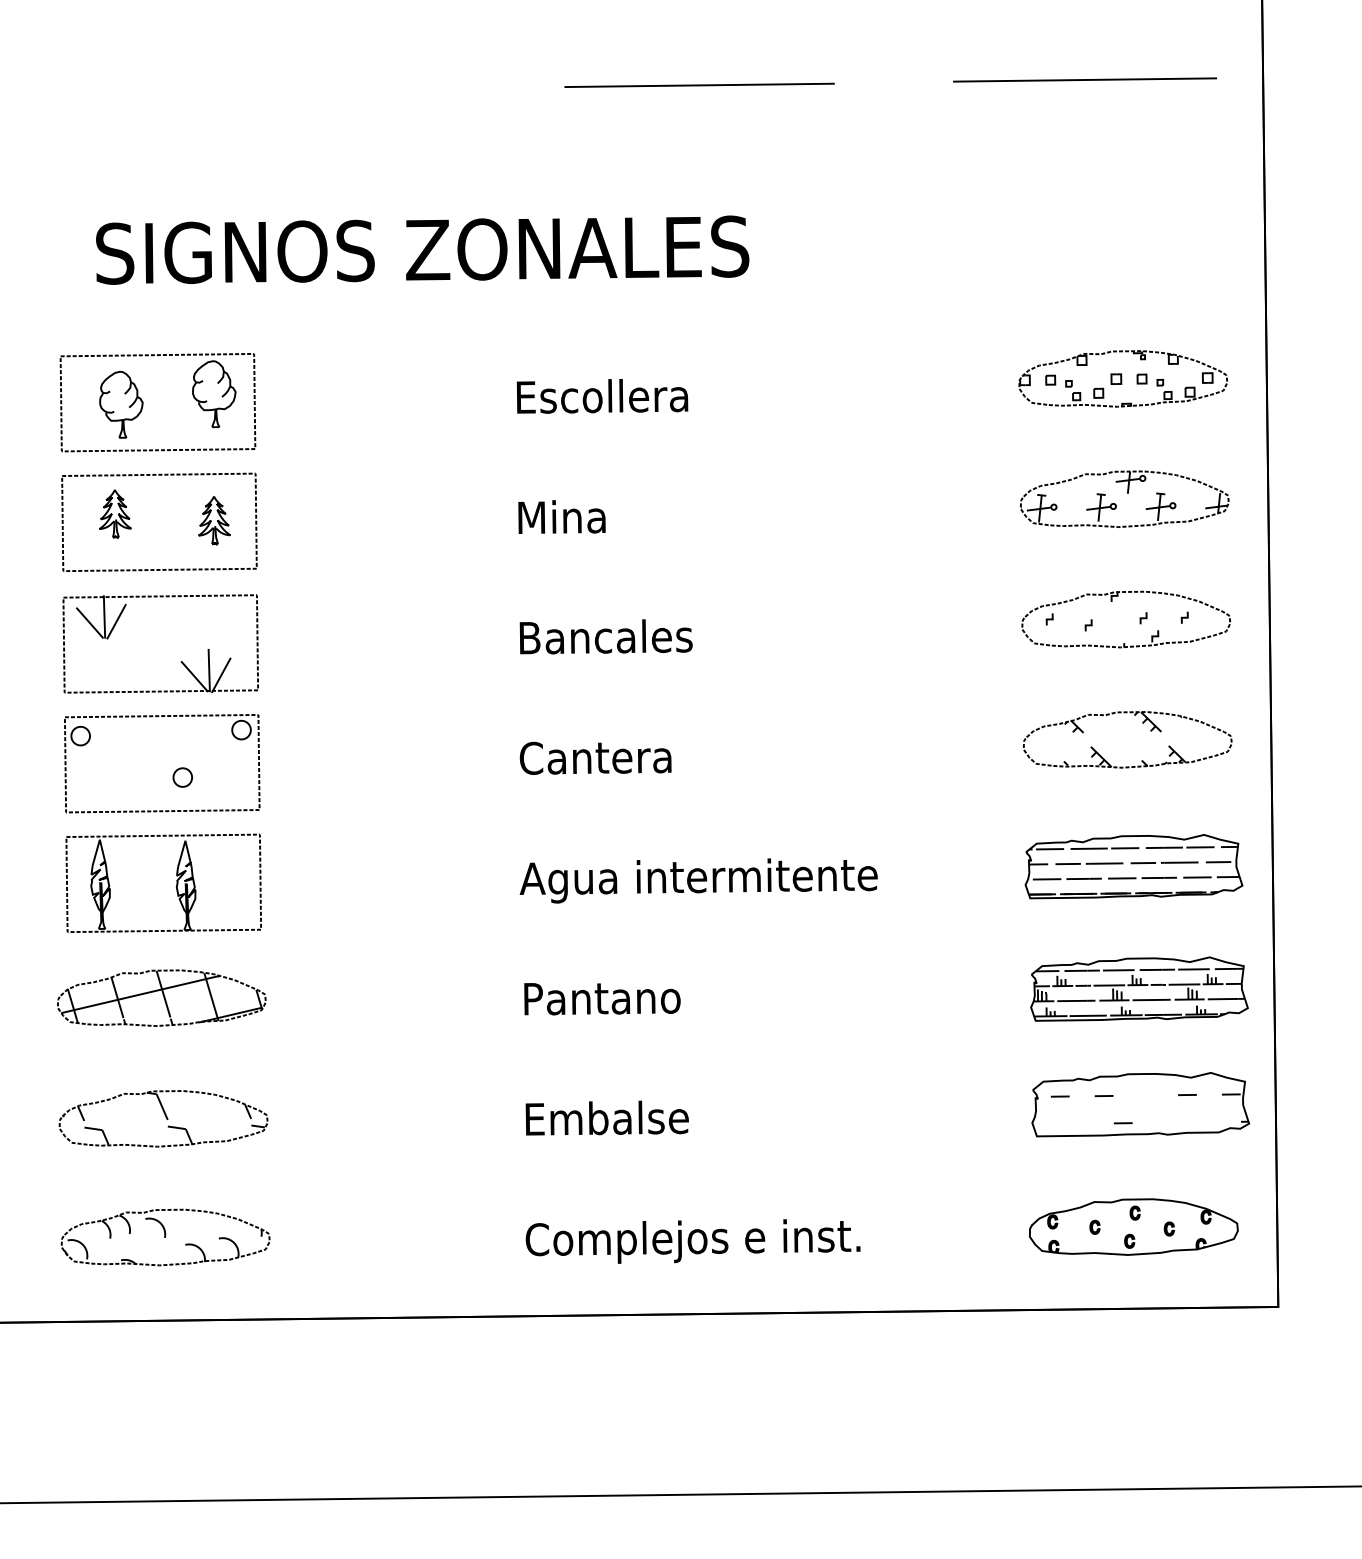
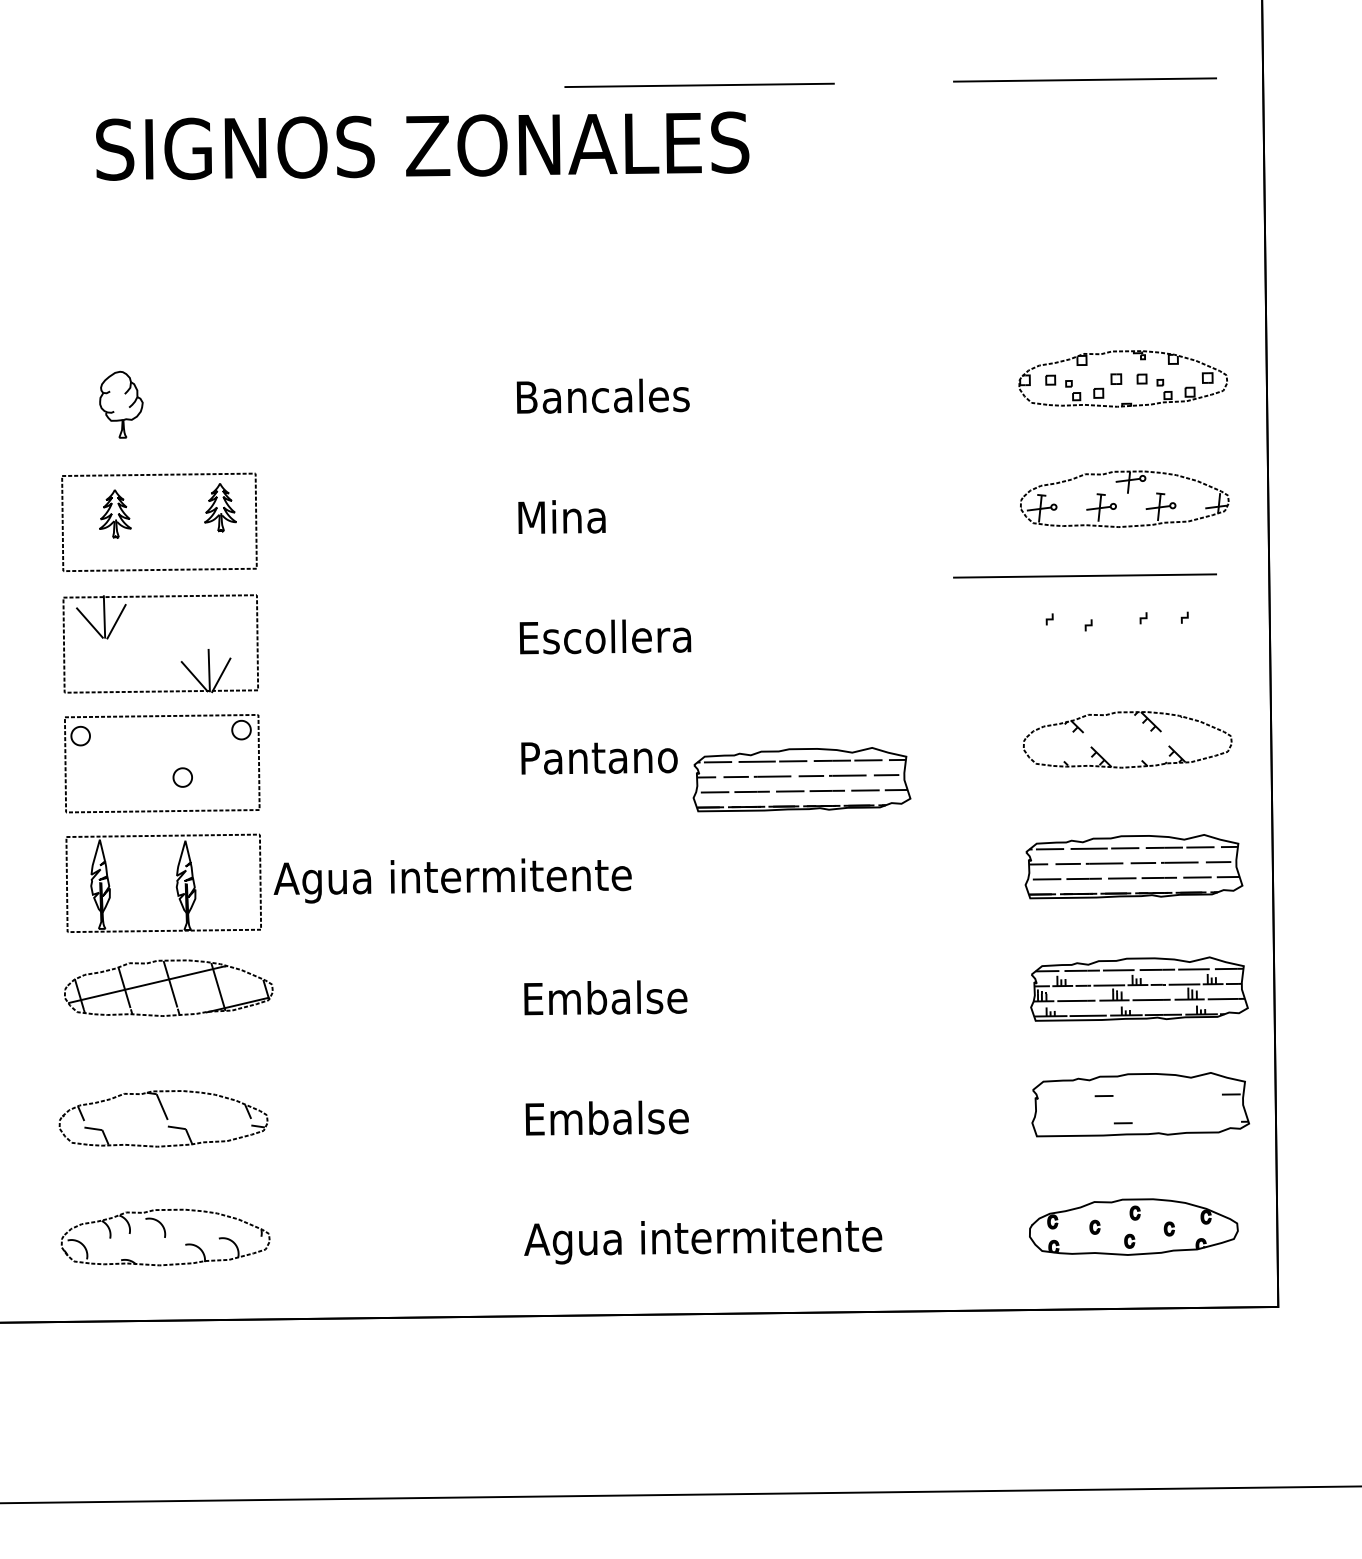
text at (422, 249) position: (422, 249) -> (422, 145)
part at (192, 395): present -> none
text at (608, 395): Escollera -> Bancales
part at (214, 520) position: (214, 520) -> (220, 507)
line at (1084, 575): none -> present
part at (1112, 601): present -> none
text at (611, 636): Bancales -> Escollera
text at (598, 757): Cantera -> Pantano
part at (801, 779): none -> present
text at (698, 880) position: (698, 880) -> (452, 880)
part at (161, 997) position: (161, 997) -> (168, 987)
text at (607, 997): Pantano -> Embalse
line at (1187, 1094): present -> none
line at (1059, 1096): present -> none
text at (703, 1241): Complejos e inst. -> Agua intermitente
